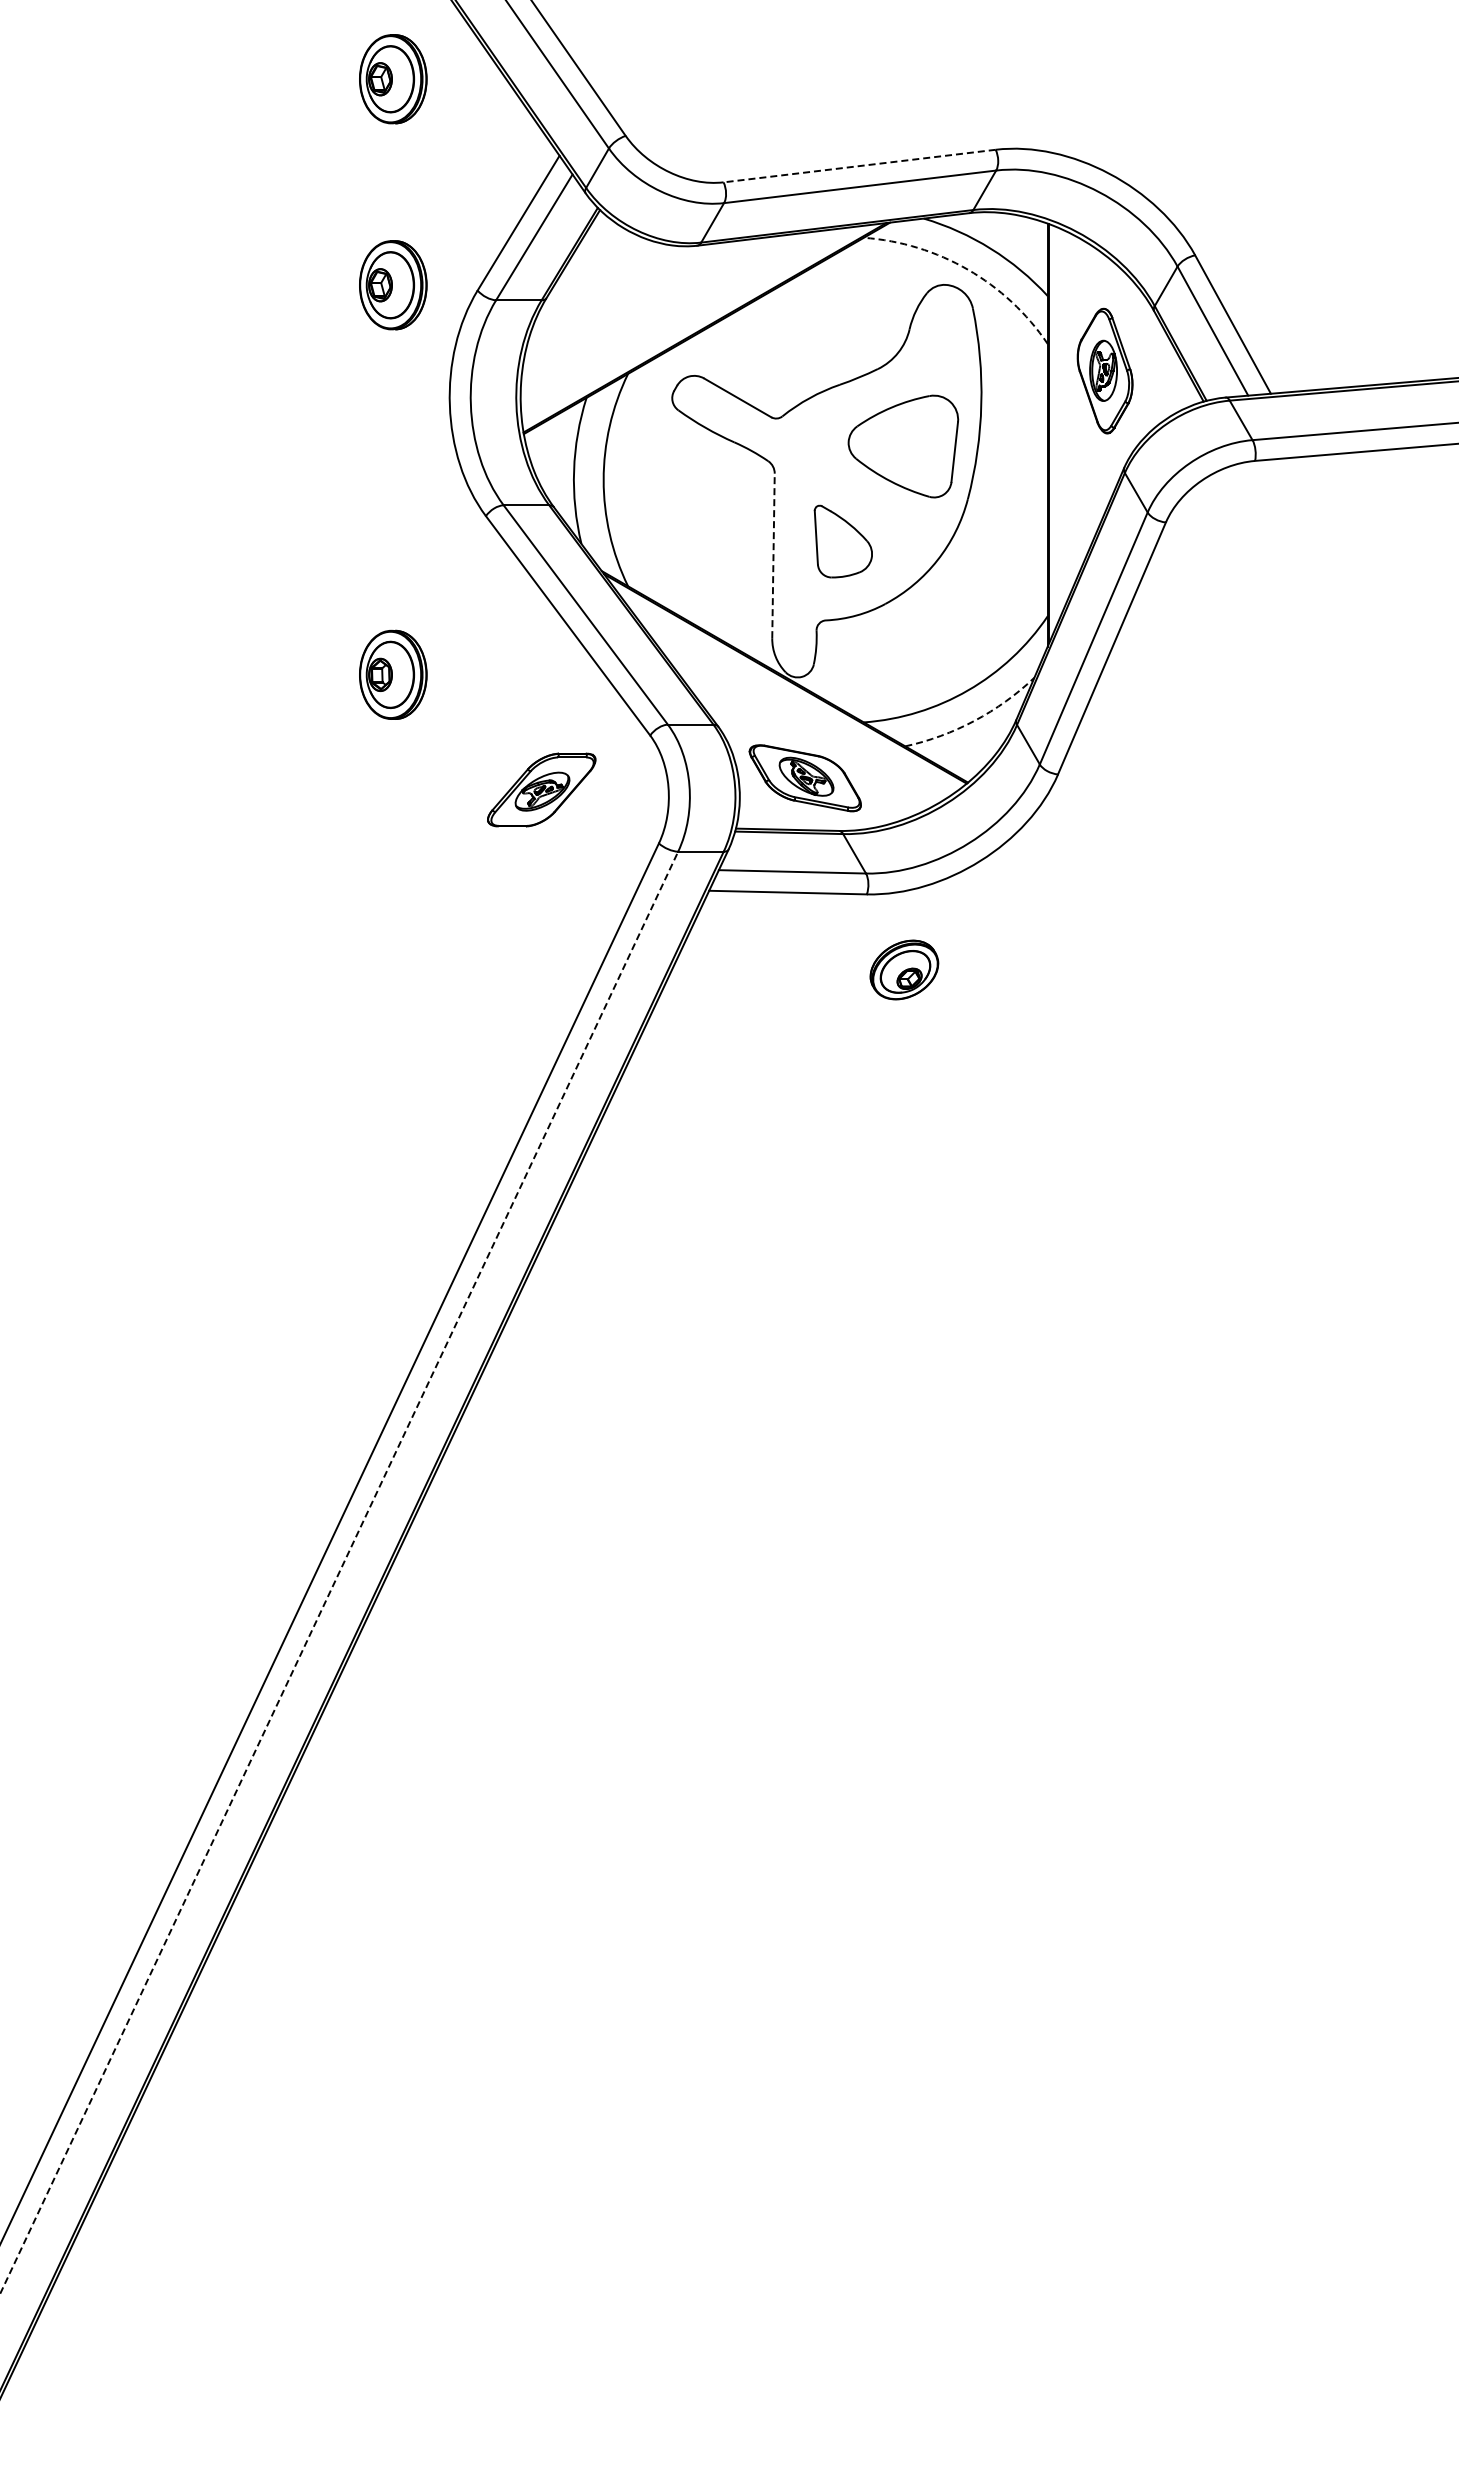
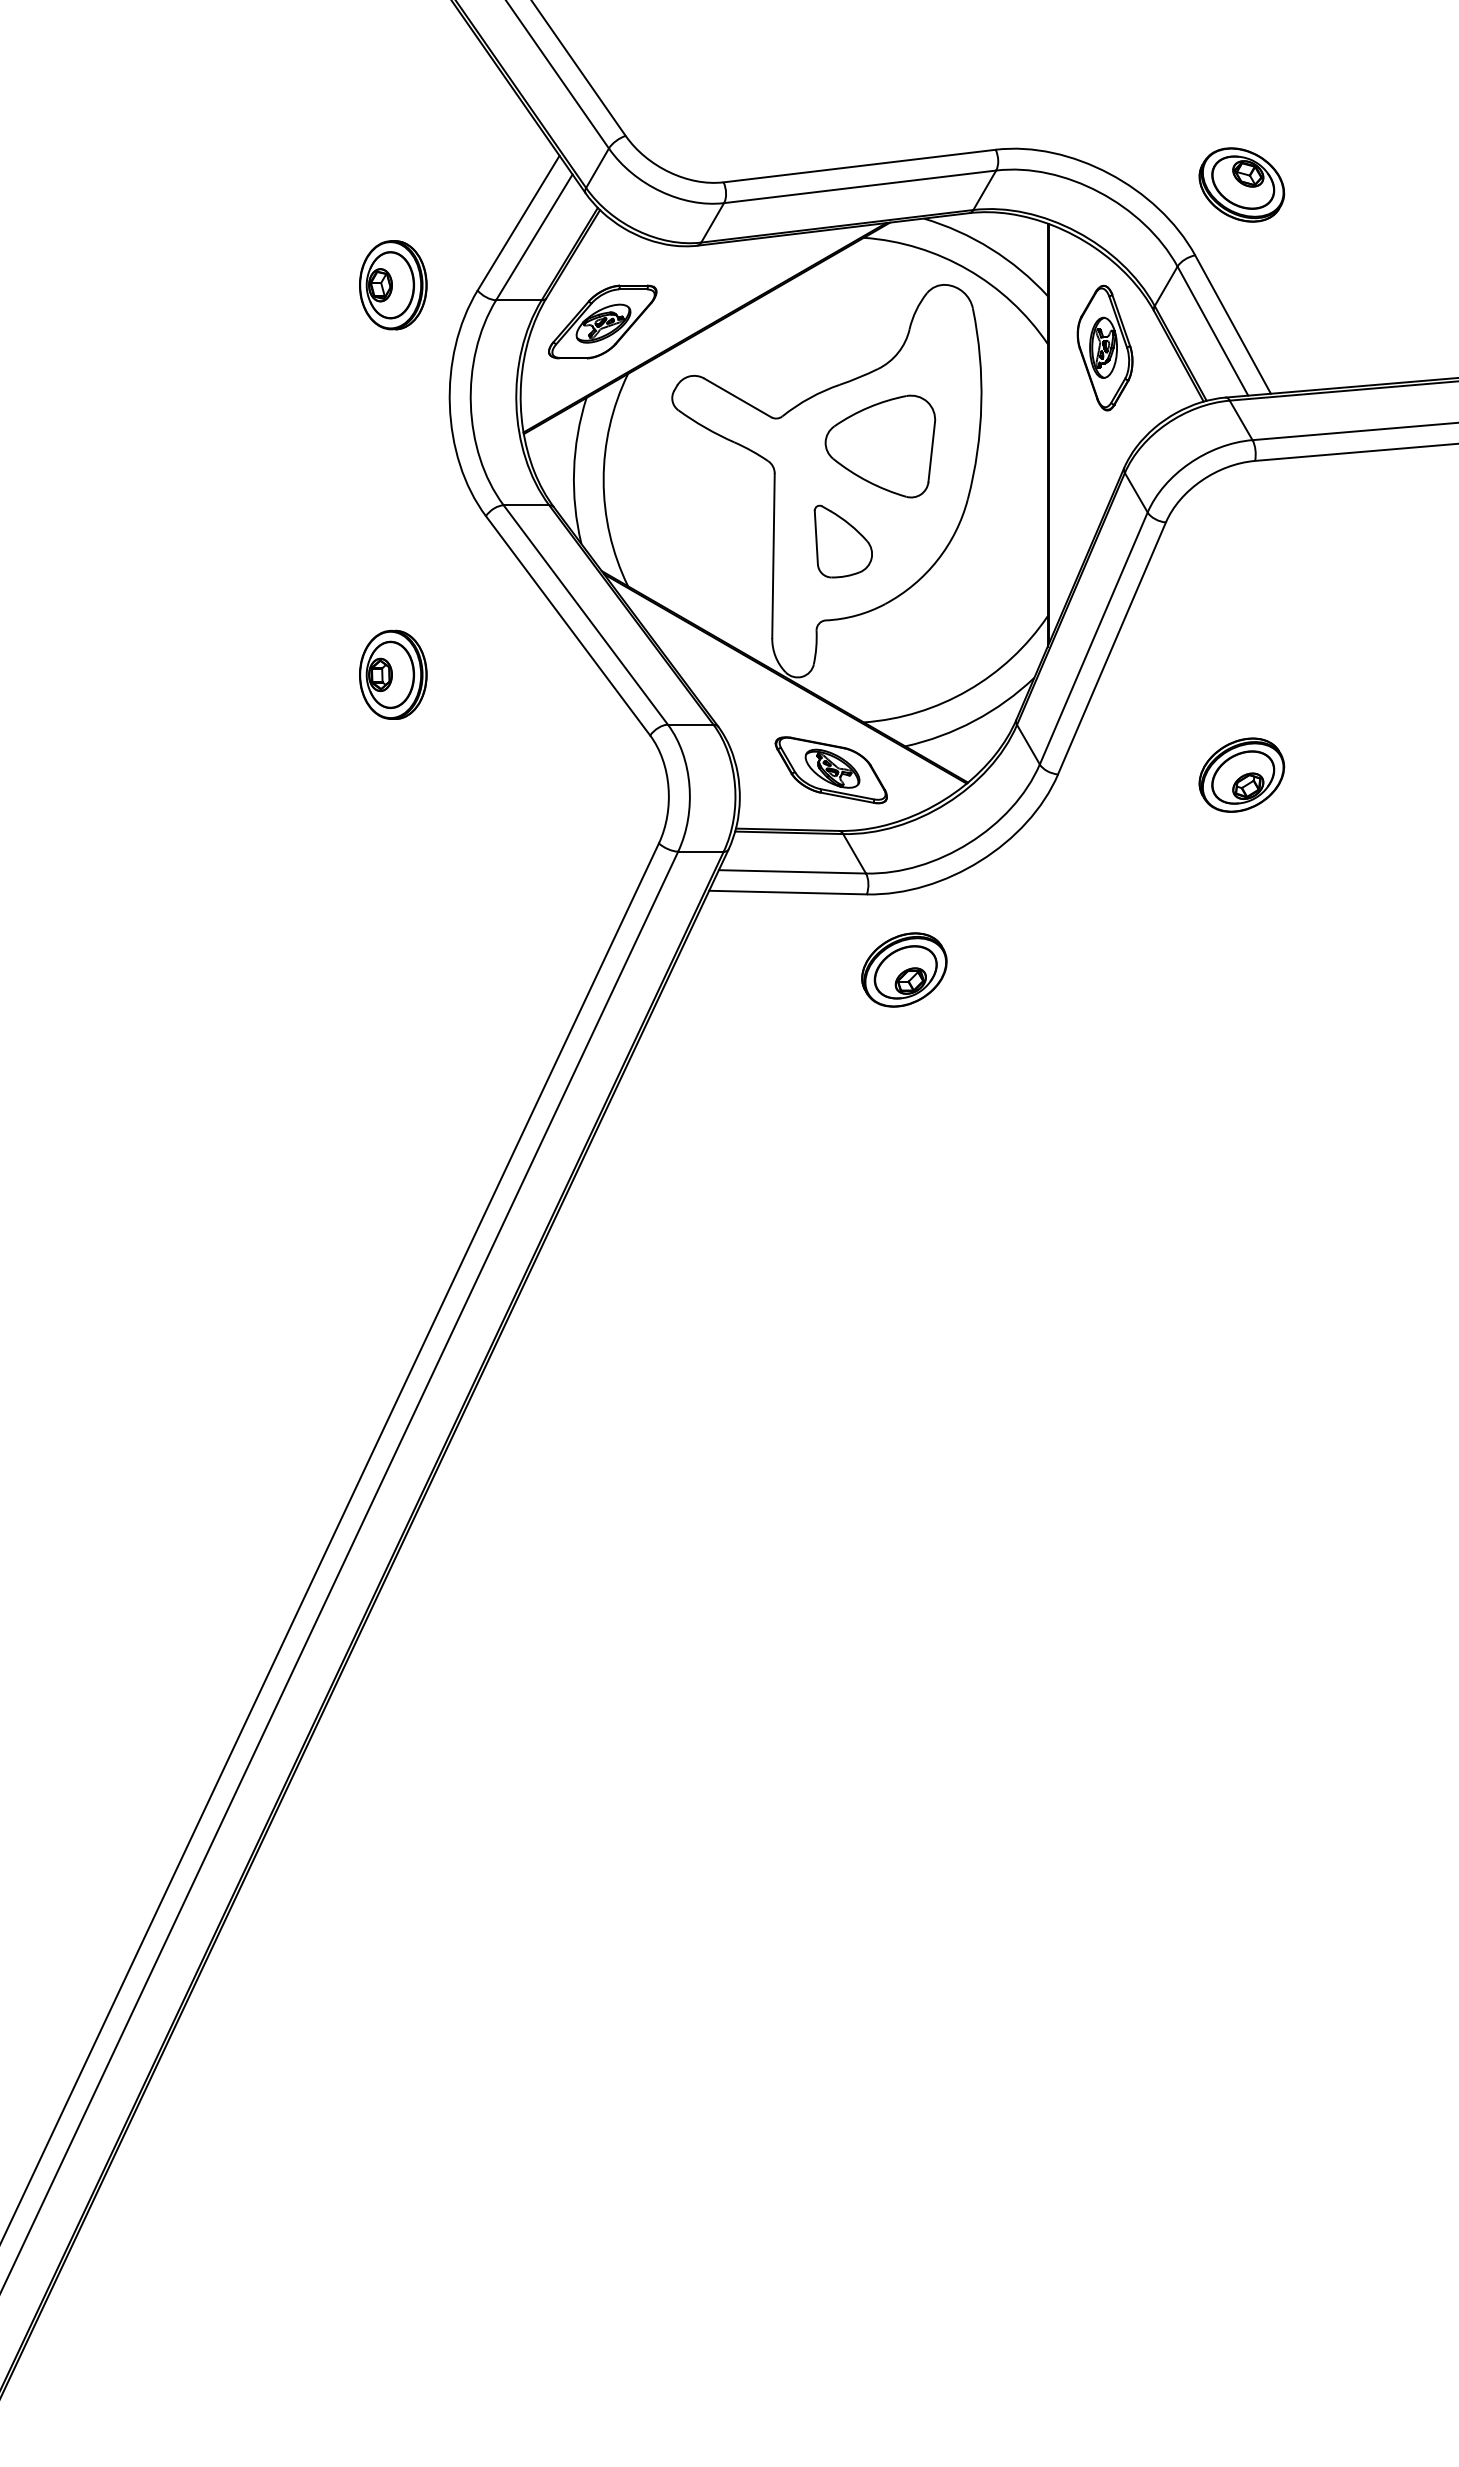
part at (393, 79): present -> none
line at (859, 166): dashed -> solid
part at (1241, 184): none -> present
arc at (968, 269): dashed -> solid
part at (1104, 370) position: (1104, 370) -> (1104, 347)
part at (903, 446) position: (903, 446) -> (880, 446)
line at (773, 555): dashed -> solid
arc at (974, 720): dashed -> solid
part at (1241, 774): none -> present
part at (804, 778) position: (804, 778) -> (830, 770)
part at (541, 789) position: (541, 789) -> (602, 321)
part at (904, 969) size: 71x62 px -> 87x76 px
line at (339, 1572): dashed -> solid
